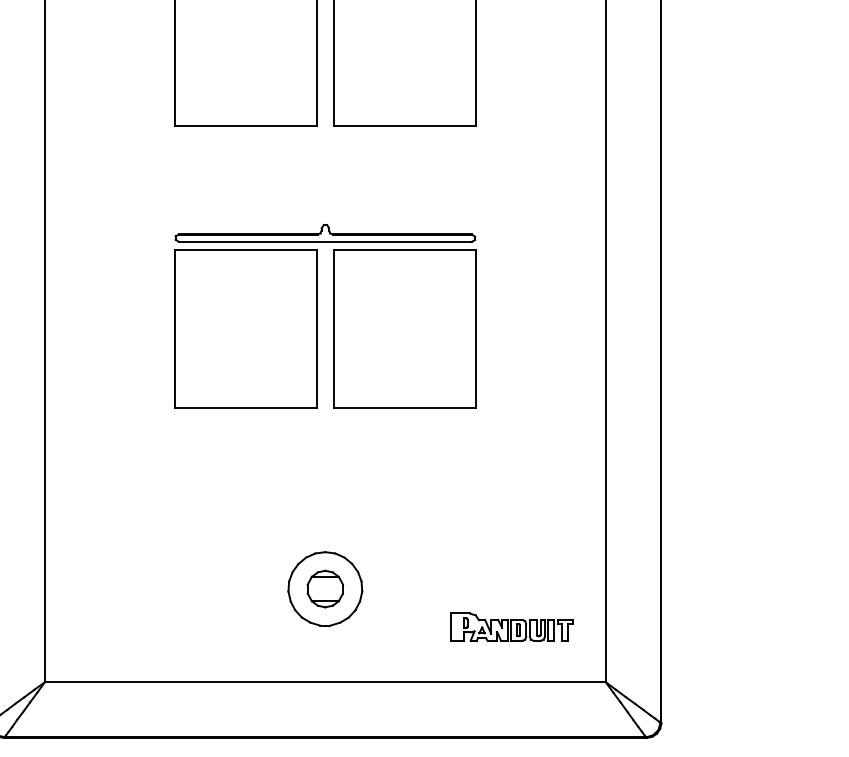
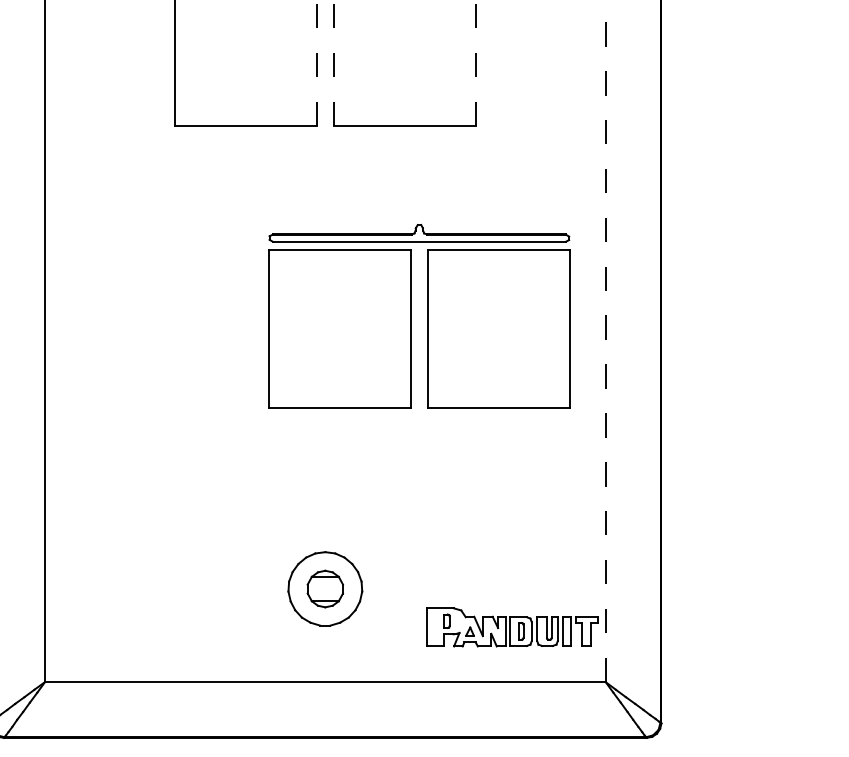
line at (316, 63): solid -> dashed
line at (334, 63): solid -> dashed
line at (475, 63): solid -> dashed
part at (317, 316) position: (317, 316) -> (411, 316)
line at (605, 341): solid -> dashed
part at (511, 627) size: 124x31 px -> 173x41 px
